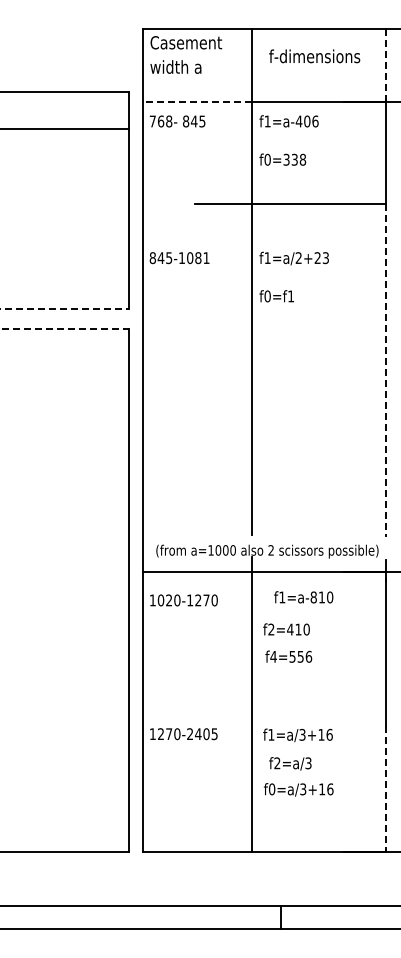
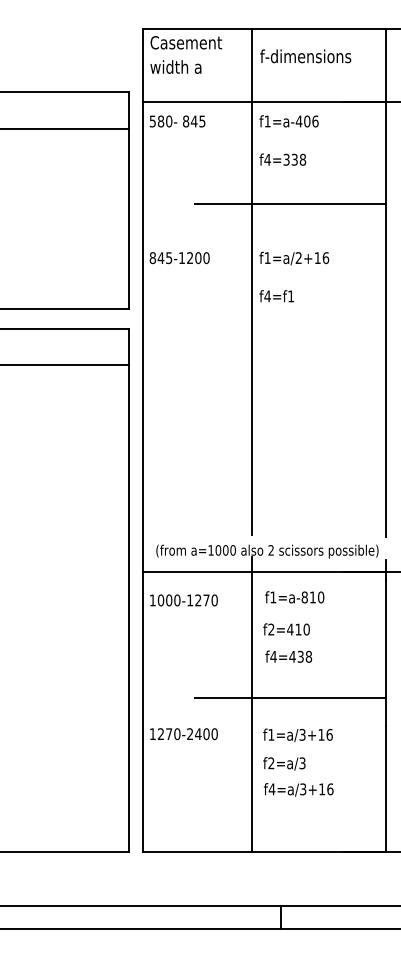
text at (314, 56) position: (314, 56) -> (305, 56)
line at (386, 64): dashed -> solid
line at (197, 102): dashed -> solid
text at (160, 121): 768- -> 580-
text at (267, 159): f0=338 -> f4=338
text at (321, 257): f1=a/2+23 -> f1=a/2+16
text at (198, 258): 845-1081 -> 845-1200
text at (267, 296): f0=f1 -> f4=f1
line at (65, 308): dashed -> solid
line at (65, 329): dashed -> solid
line at (65, 364): none -> present
line at (386, 370): dashed -> solid
text at (303, 597) position: (303, 597) -> (294, 597)
text at (169, 600): 1020-1270 -> 1000-1270
text at (300, 656): f4=556 -> f4=438
line at (290, 697): none -> present
text at (214, 734): 1270-2405 -> 1270-2400
text at (290, 763) position: (290, 763) -> (284, 763)
text at (271, 789): f0=a/3+16 -> f4=a/3+16
line at (386, 789): dashed -> solid
